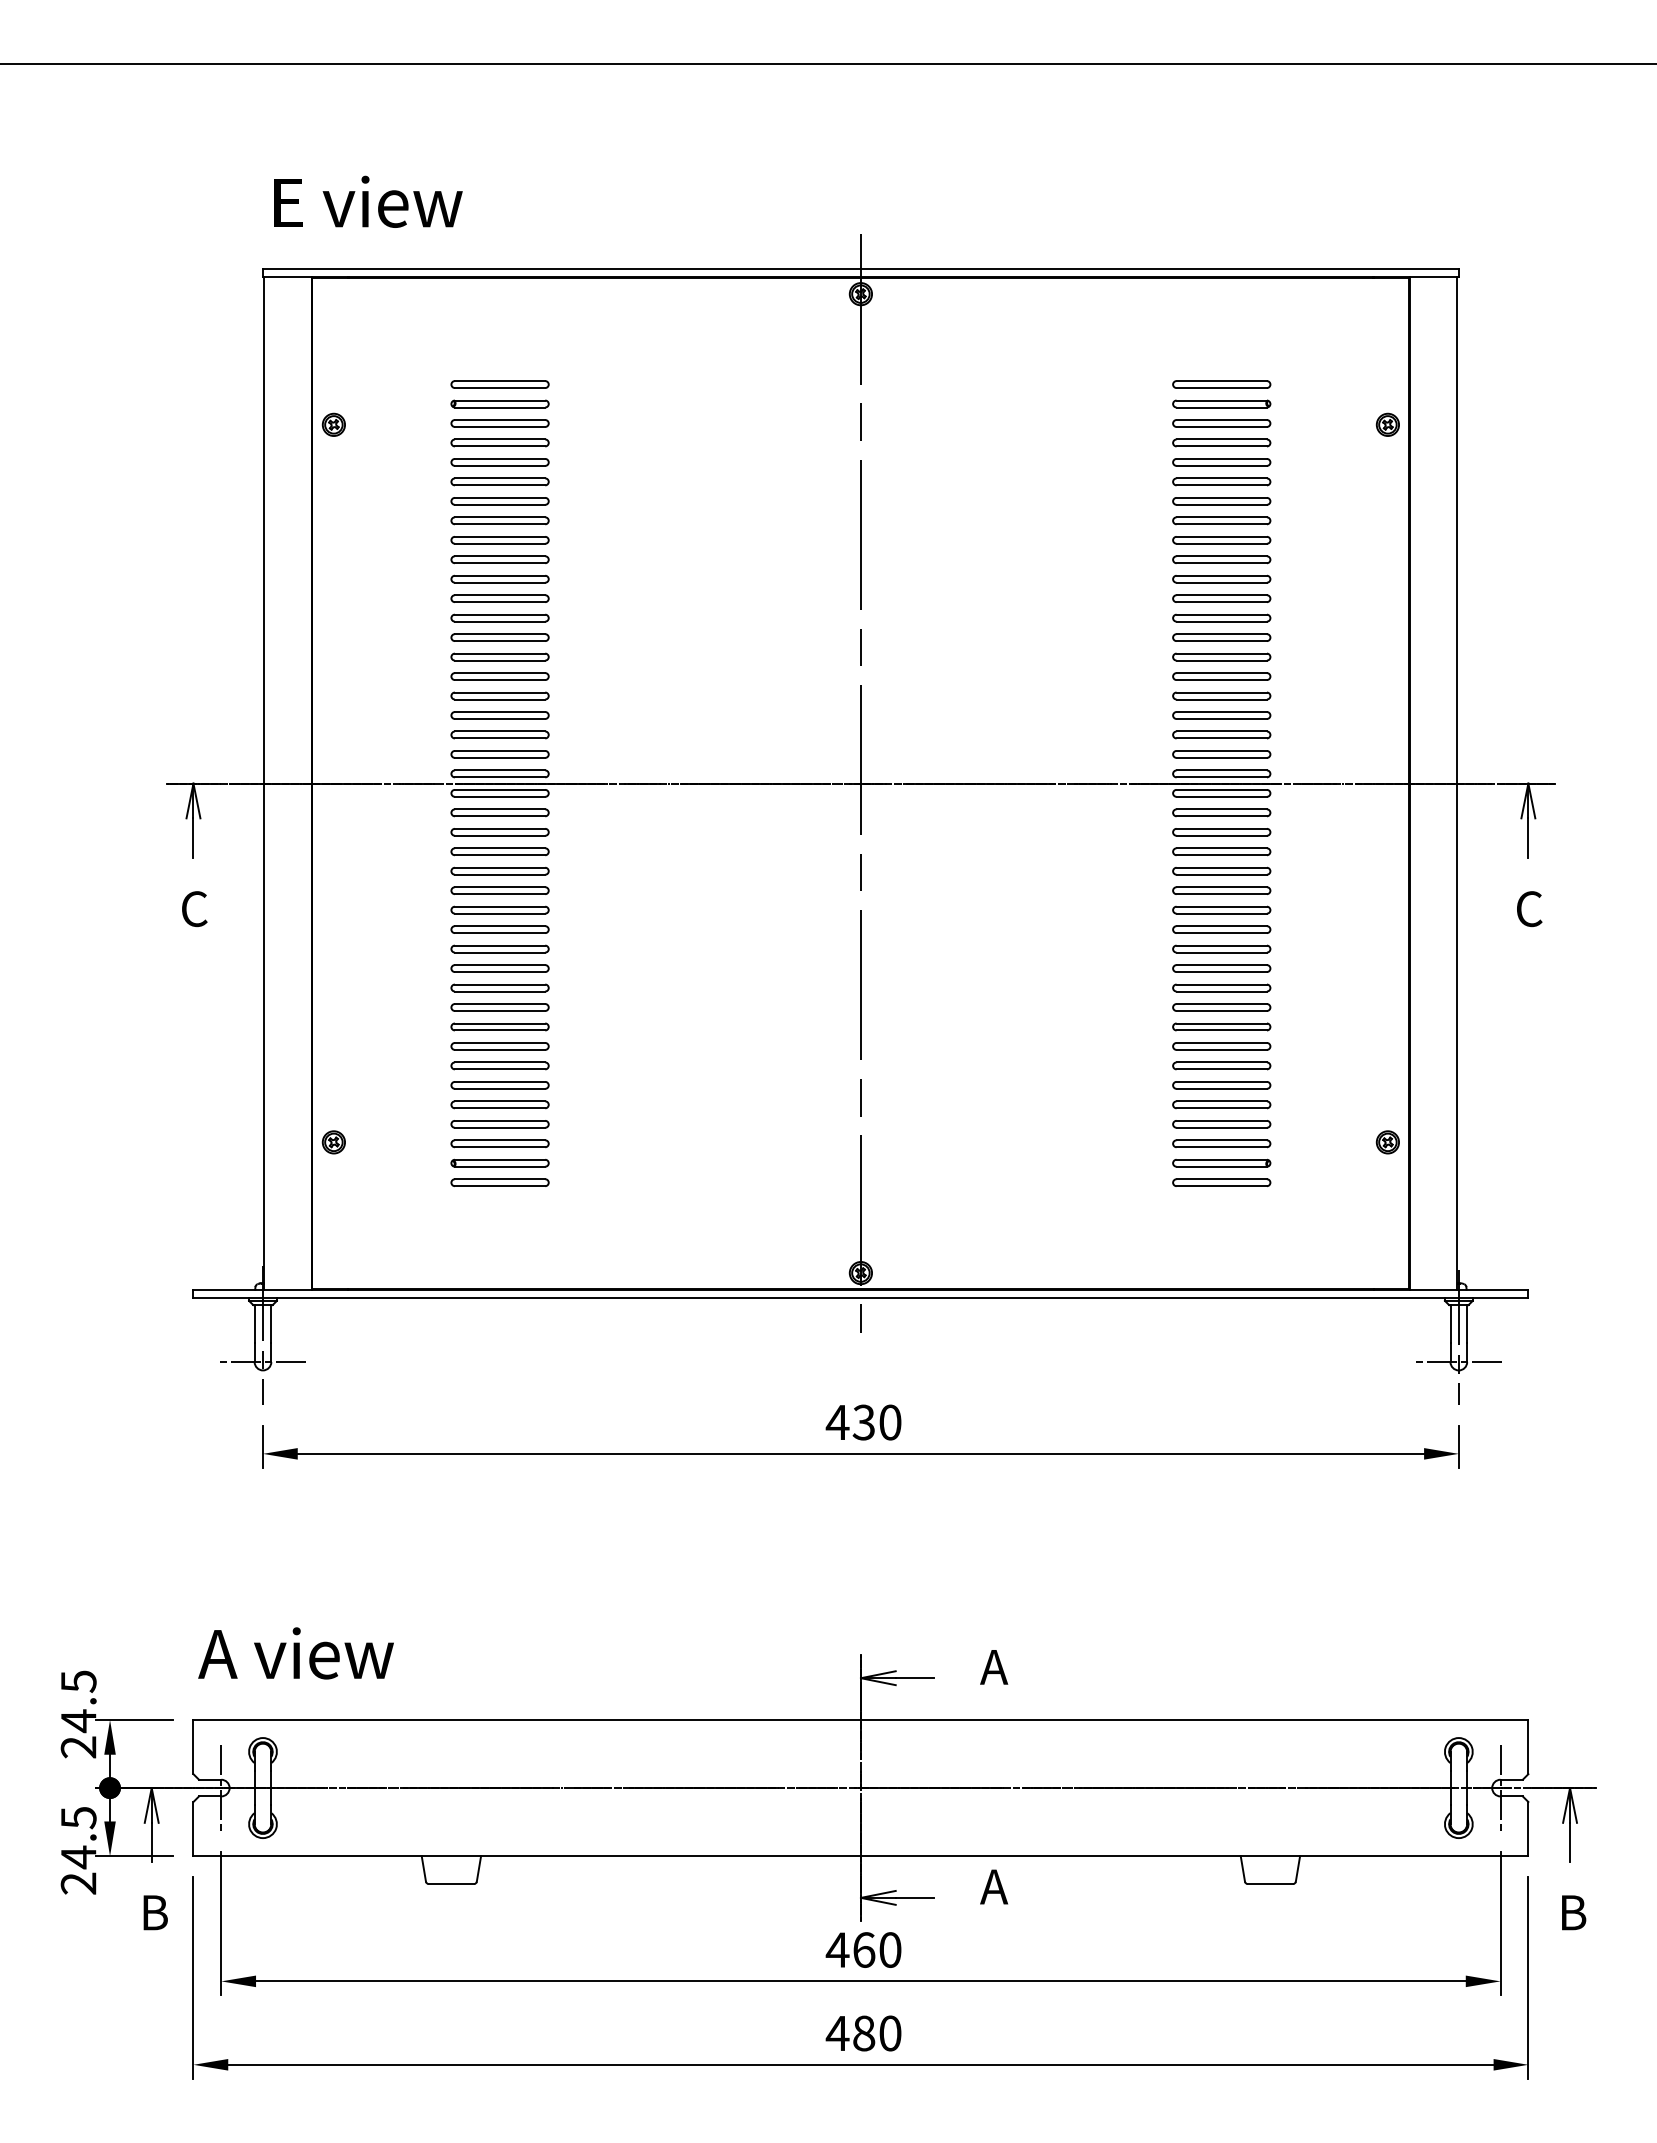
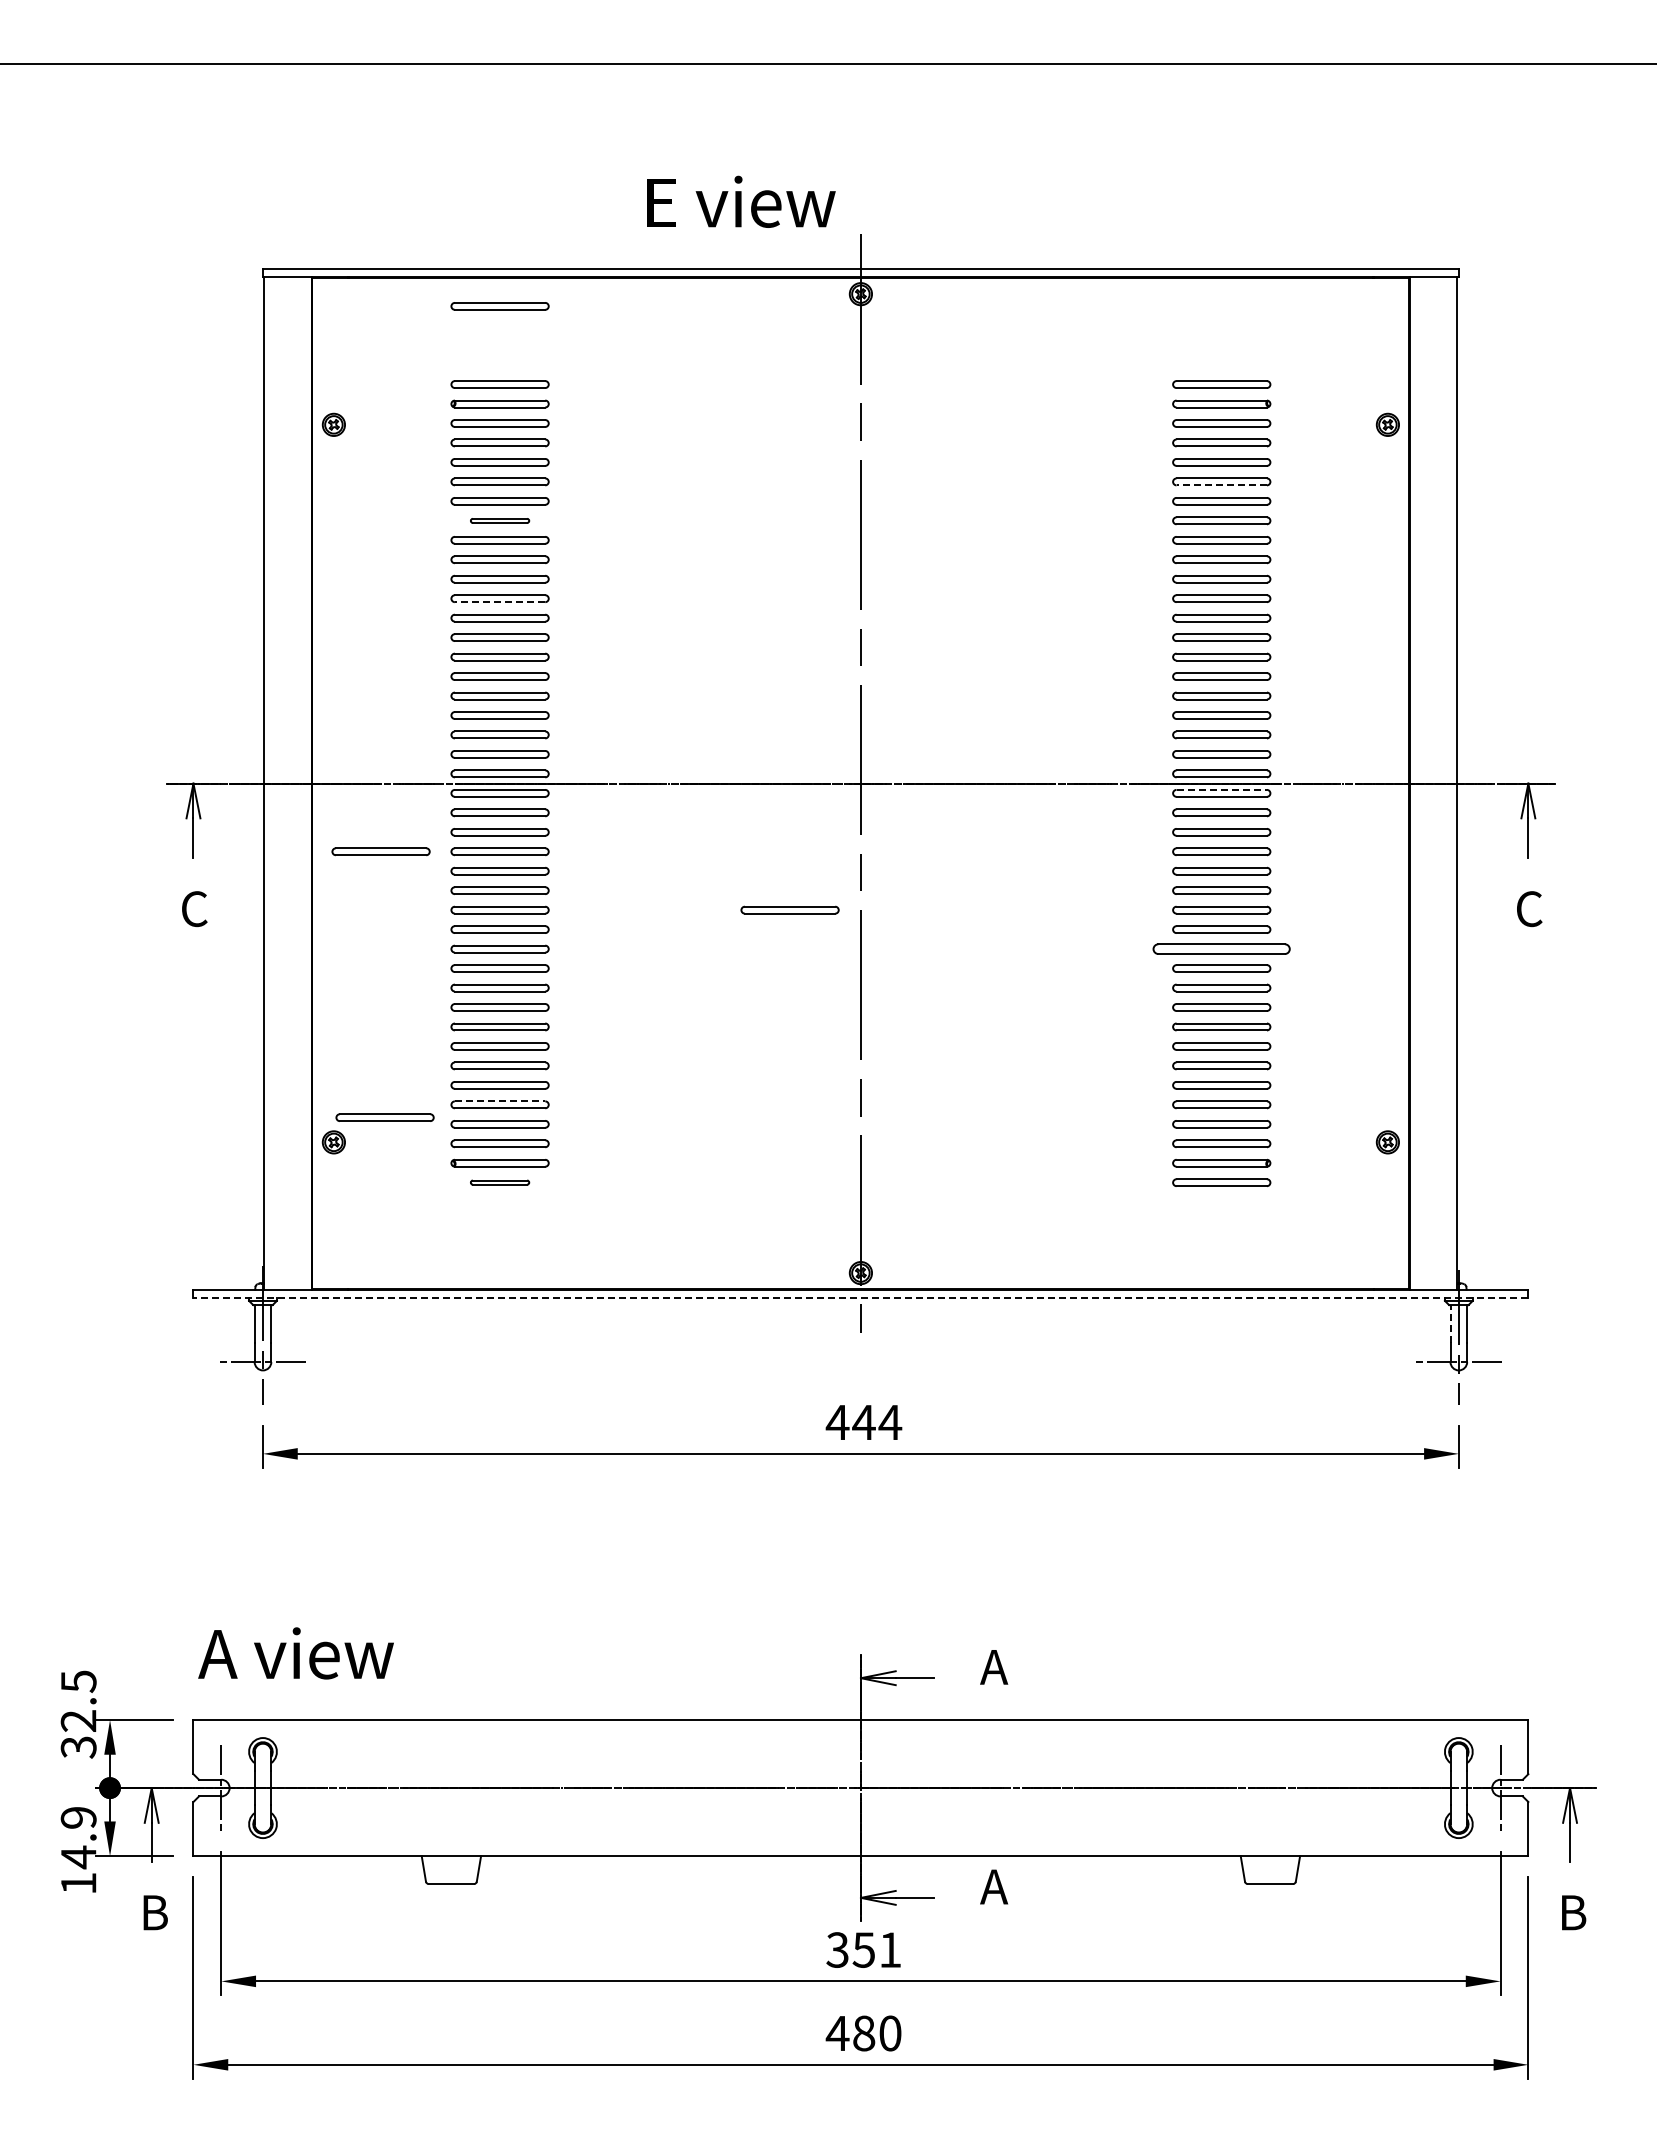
text at (368, 201) position: (368, 201) -> (741, 201)
part at (499, 306): none -> present
line at (1221, 485): solid -> dashed
part at (499, 520) size: 100x10 px -> 61x6 px
line at (499, 602): solid -> dashed
line at (1222, 789): solid -> dashed
part at (380, 851): none -> present
part at (789, 909): none -> present
part at (1221, 948) size: 100x10 px -> 139x12 px
line at (500, 1101): solid -> dashed
part at (384, 1117): none -> present
part at (499, 1182) size: 100x9 px -> 61x7 px
line at (860, 1298): solid -> dashed
line at (1450, 1323): solid -> dashed
text at (877, 1422): 430 -> 444
text at (78, 1733): 24.5 -> 32.5
text at (78, 1850): 24.5 -> 14.9
text at (863, 1949): 460 -> 351
